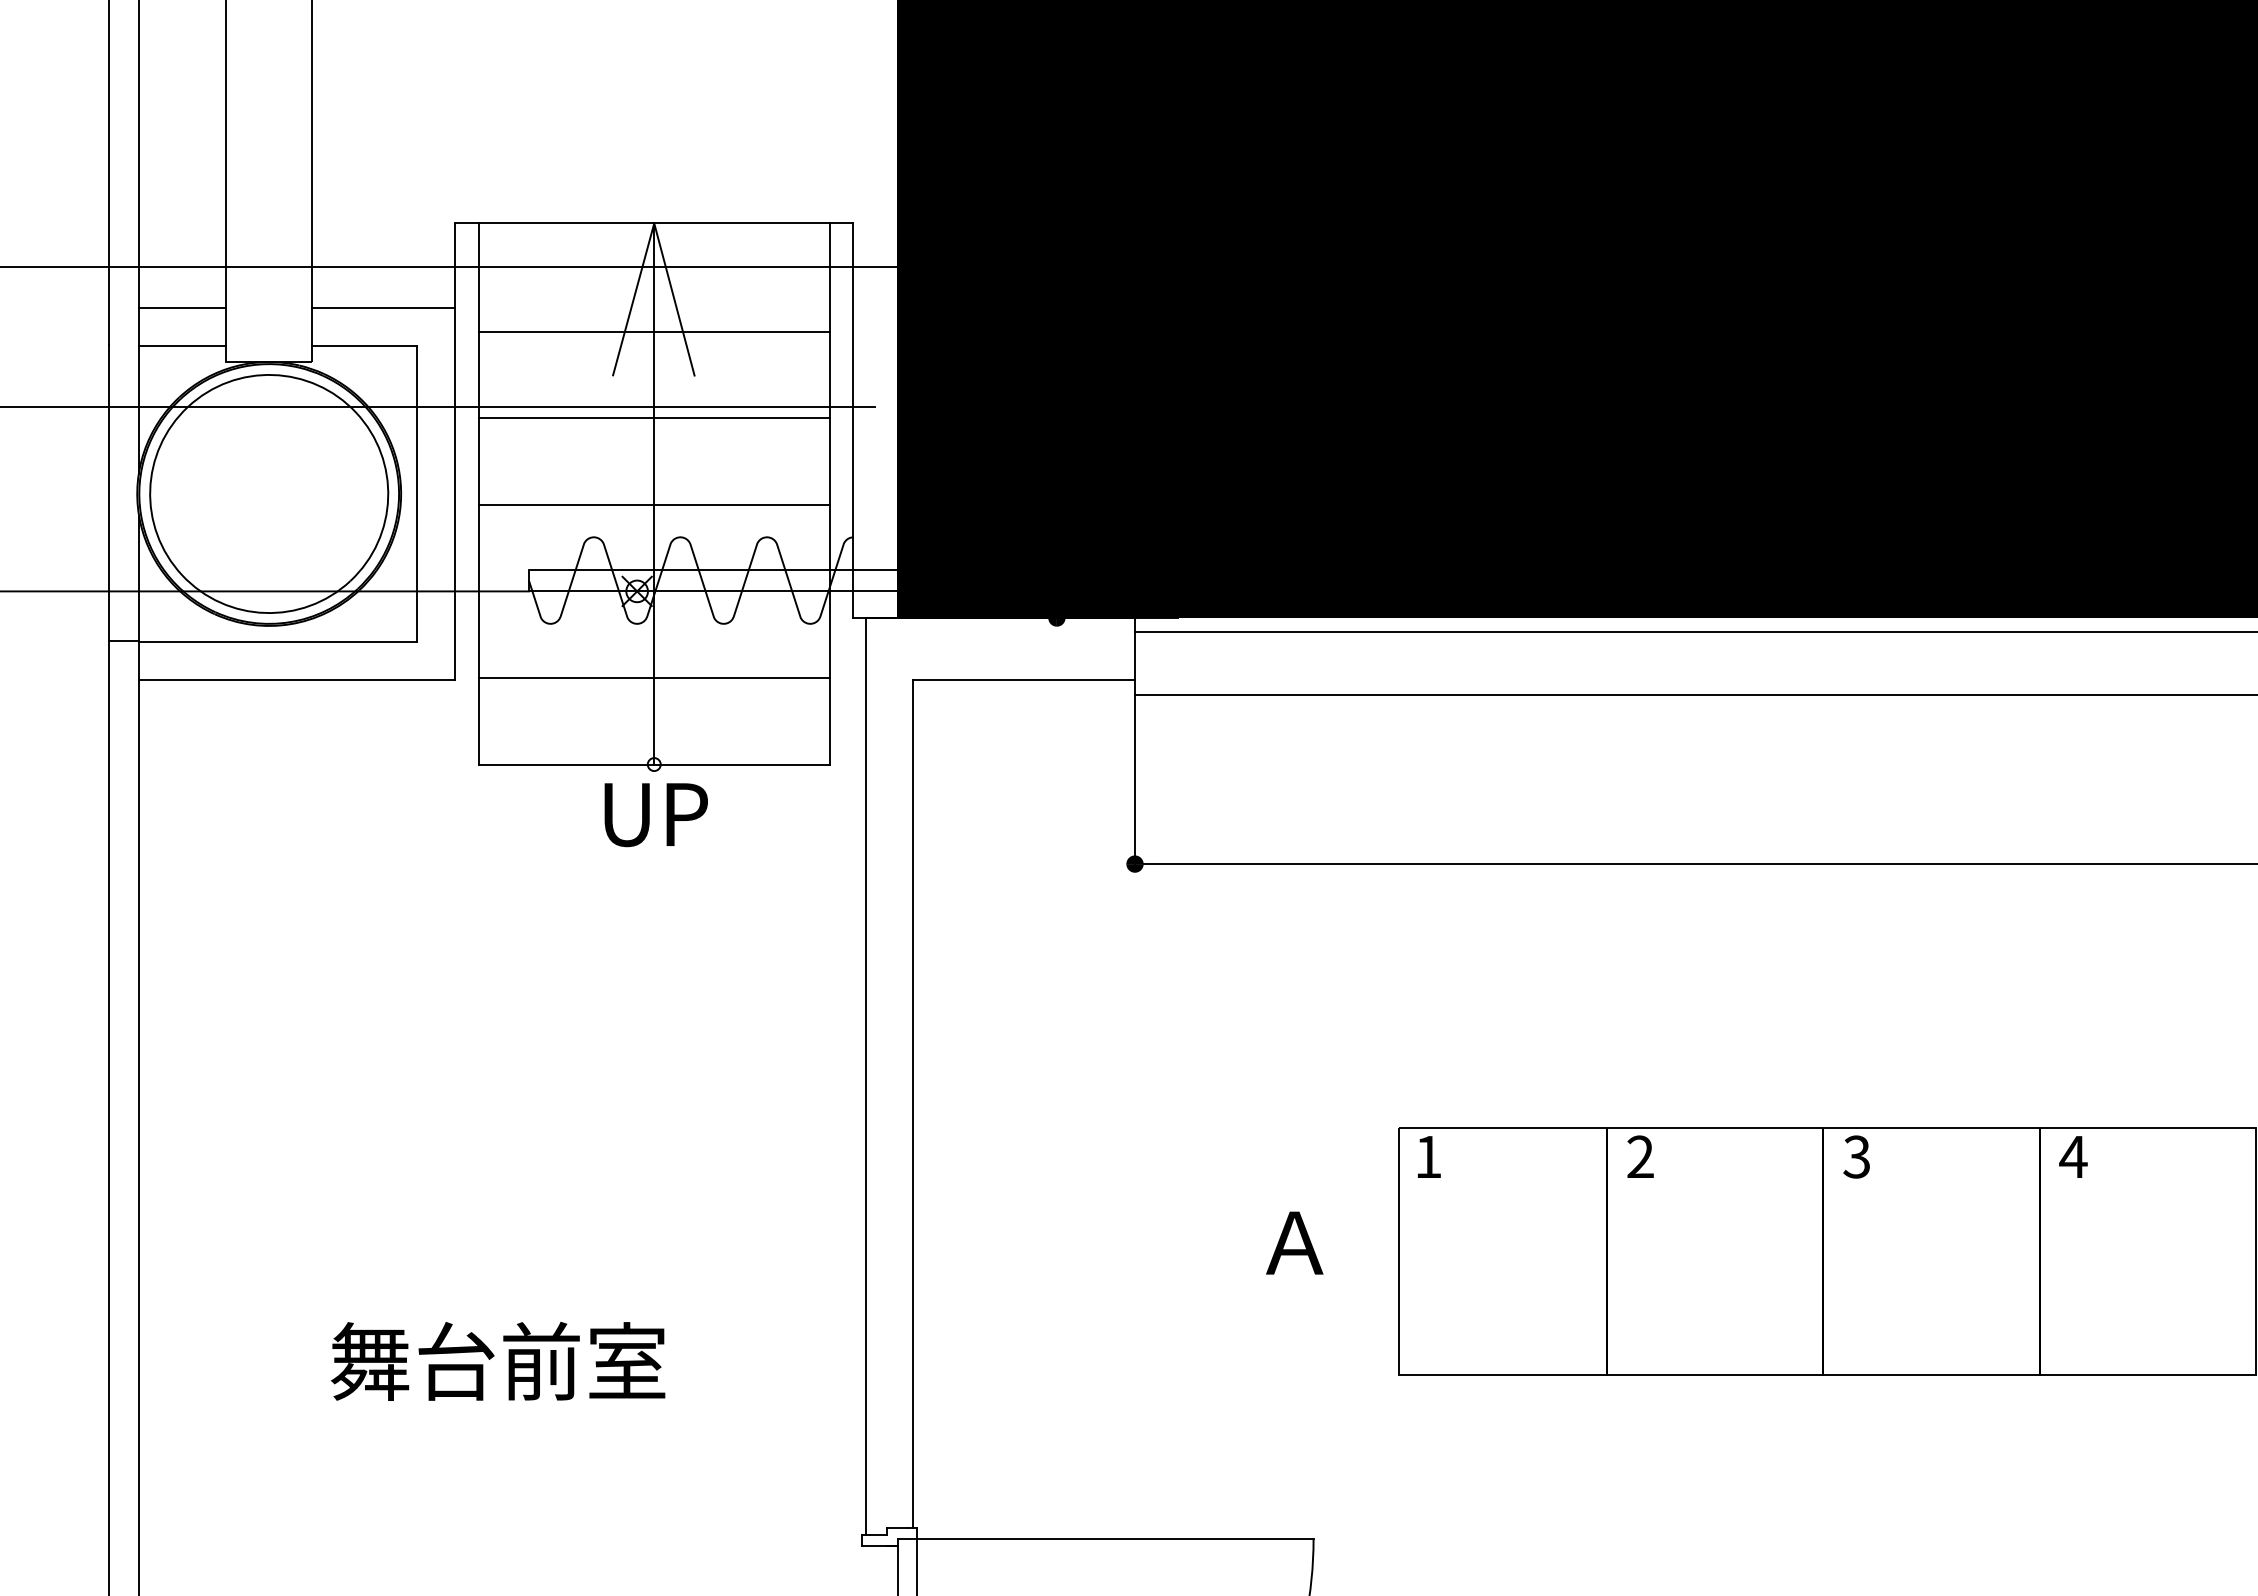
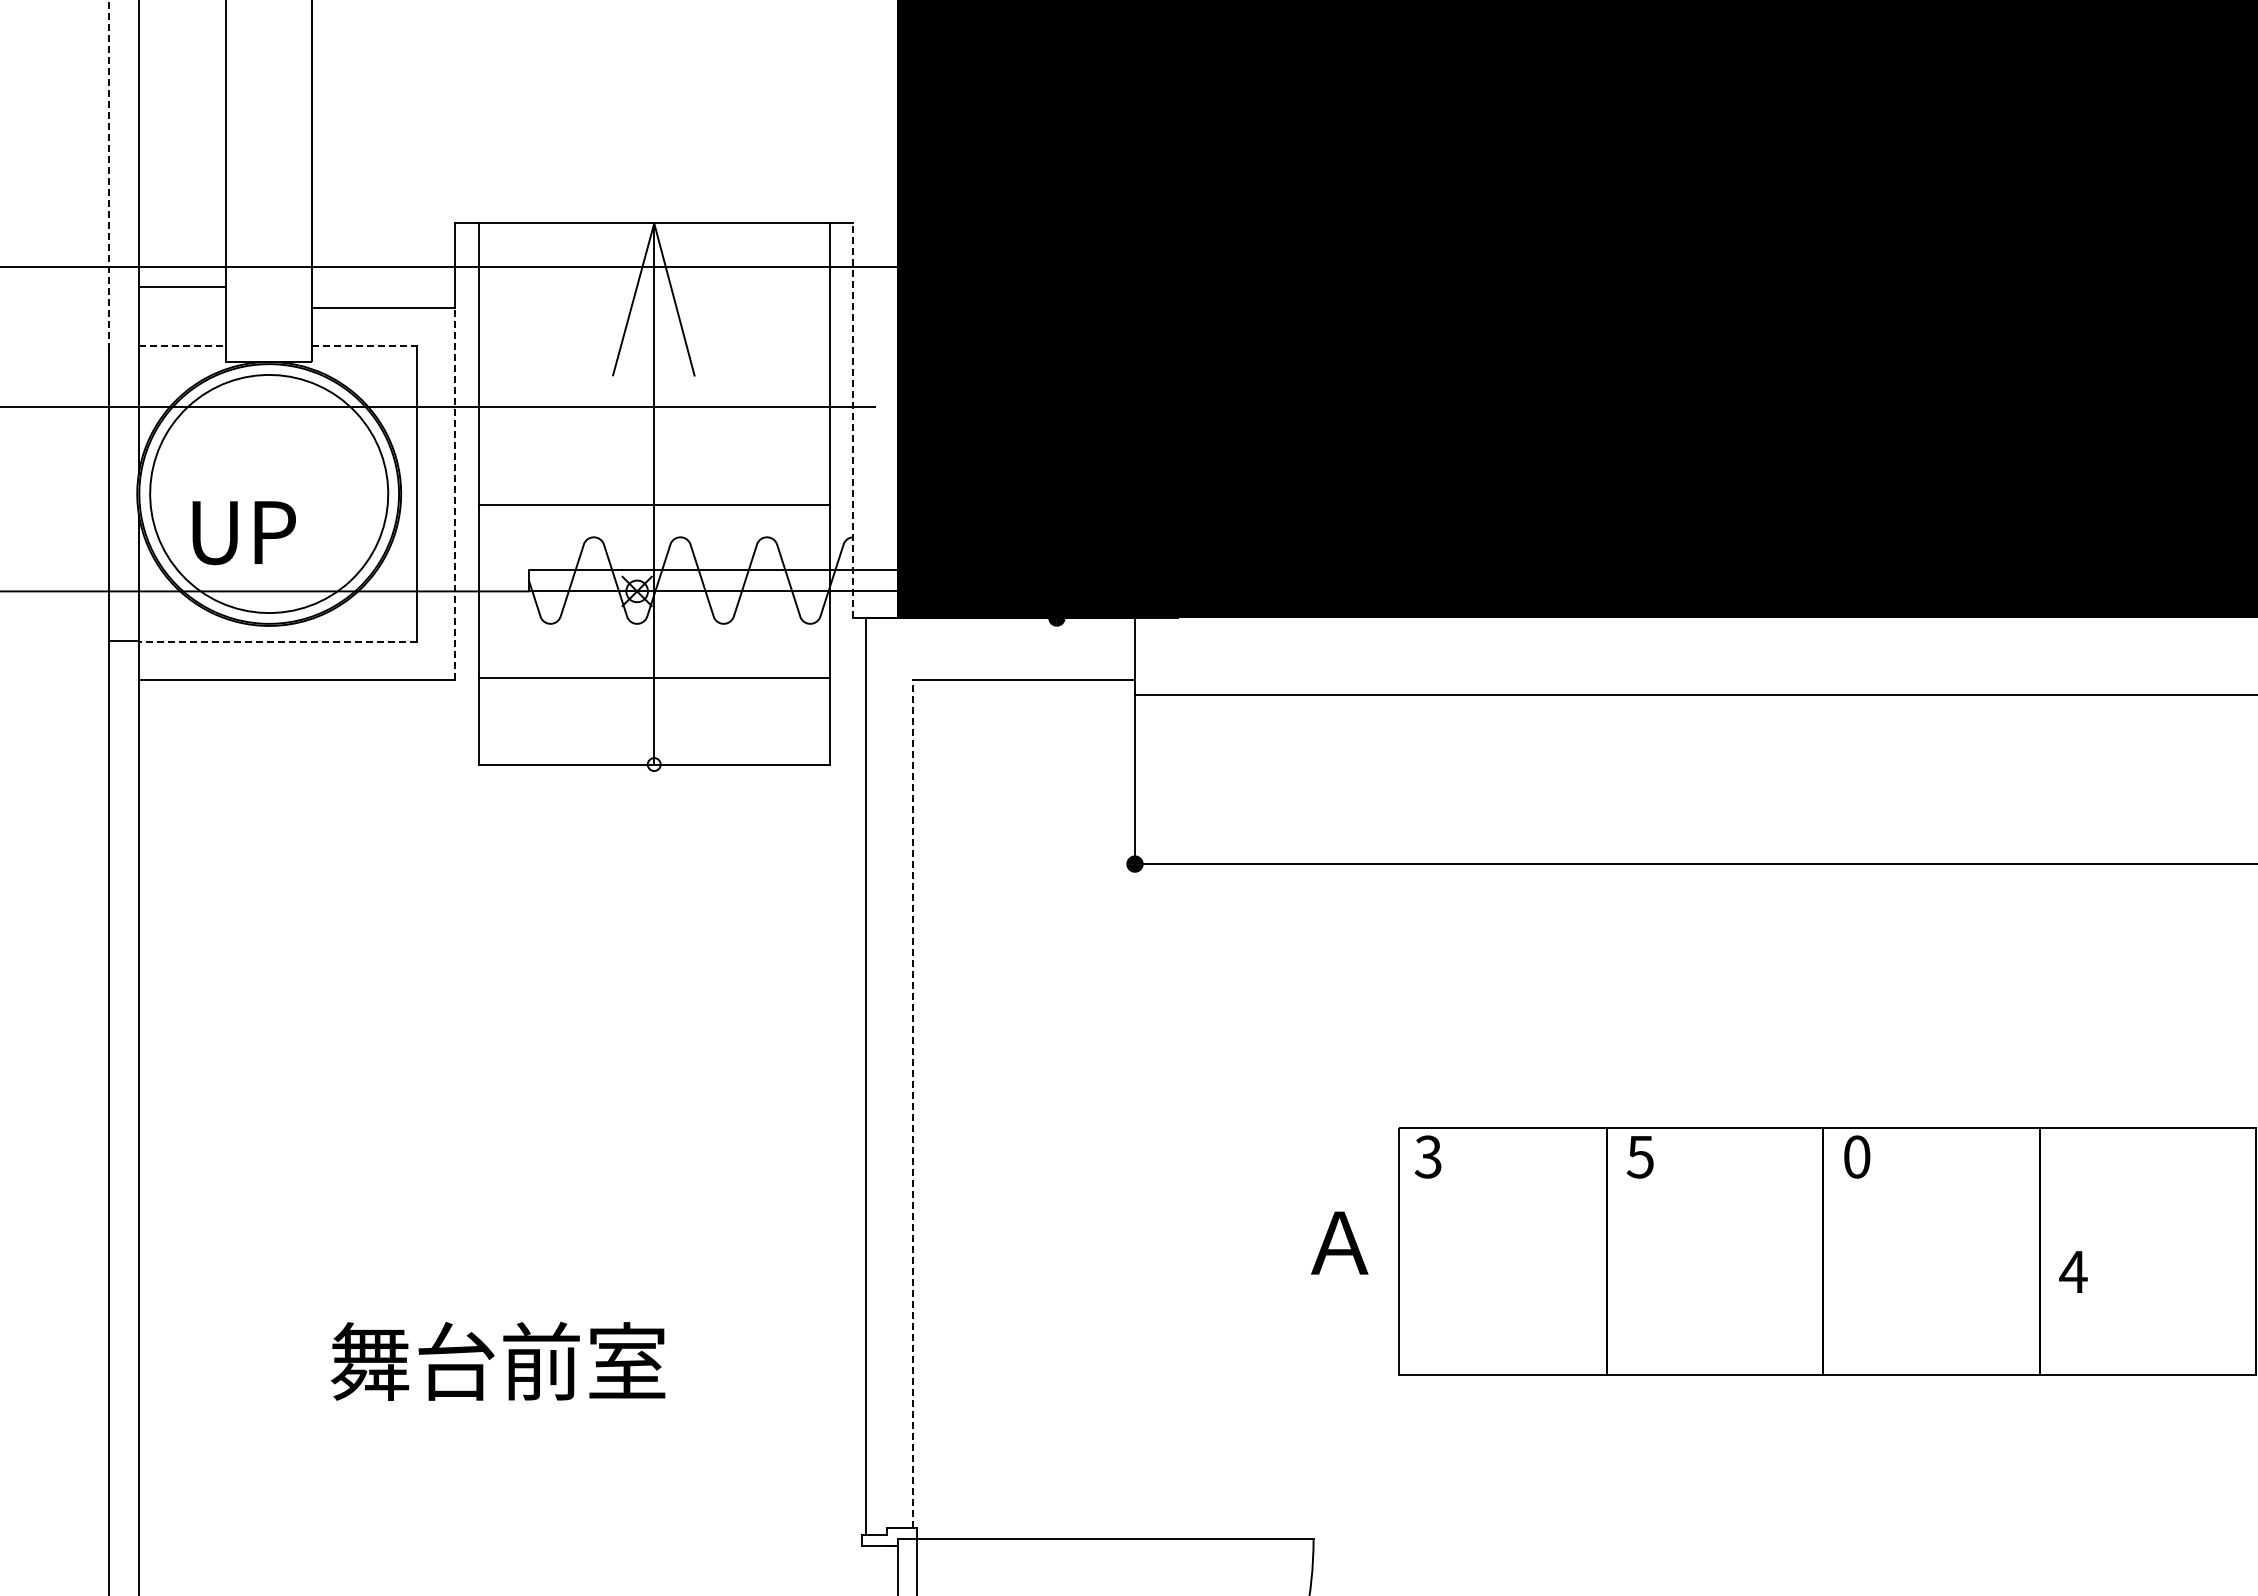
line at (109, 173): solid -> dashed
line at (182, 308) position: (182, 308) -> (182, 287)
line at (654, 331): present -> none
line at (183, 345): solid -> dashed
line at (365, 345): solid -> dashed
line at (654, 418): present -> none
line at (853, 420): solid -> dashed
line at (455, 494): solid -> dashed
line at (1694, 632): present -> none
line at (277, 642): solid -> dashed
text at (655, 815) position: (655, 815) -> (243, 533)
line at (913, 1103): solid -> dashed
text at (1427, 1156): 1 -> 3
text at (1639, 1156): 2 -> 5
text at (1856, 1156): 3 -> 0
text at (2073, 1156) position: (2073, 1156) -> (2073, 1271)
text at (1294, 1242) position: (1294, 1242) -> (1339, 1242)
